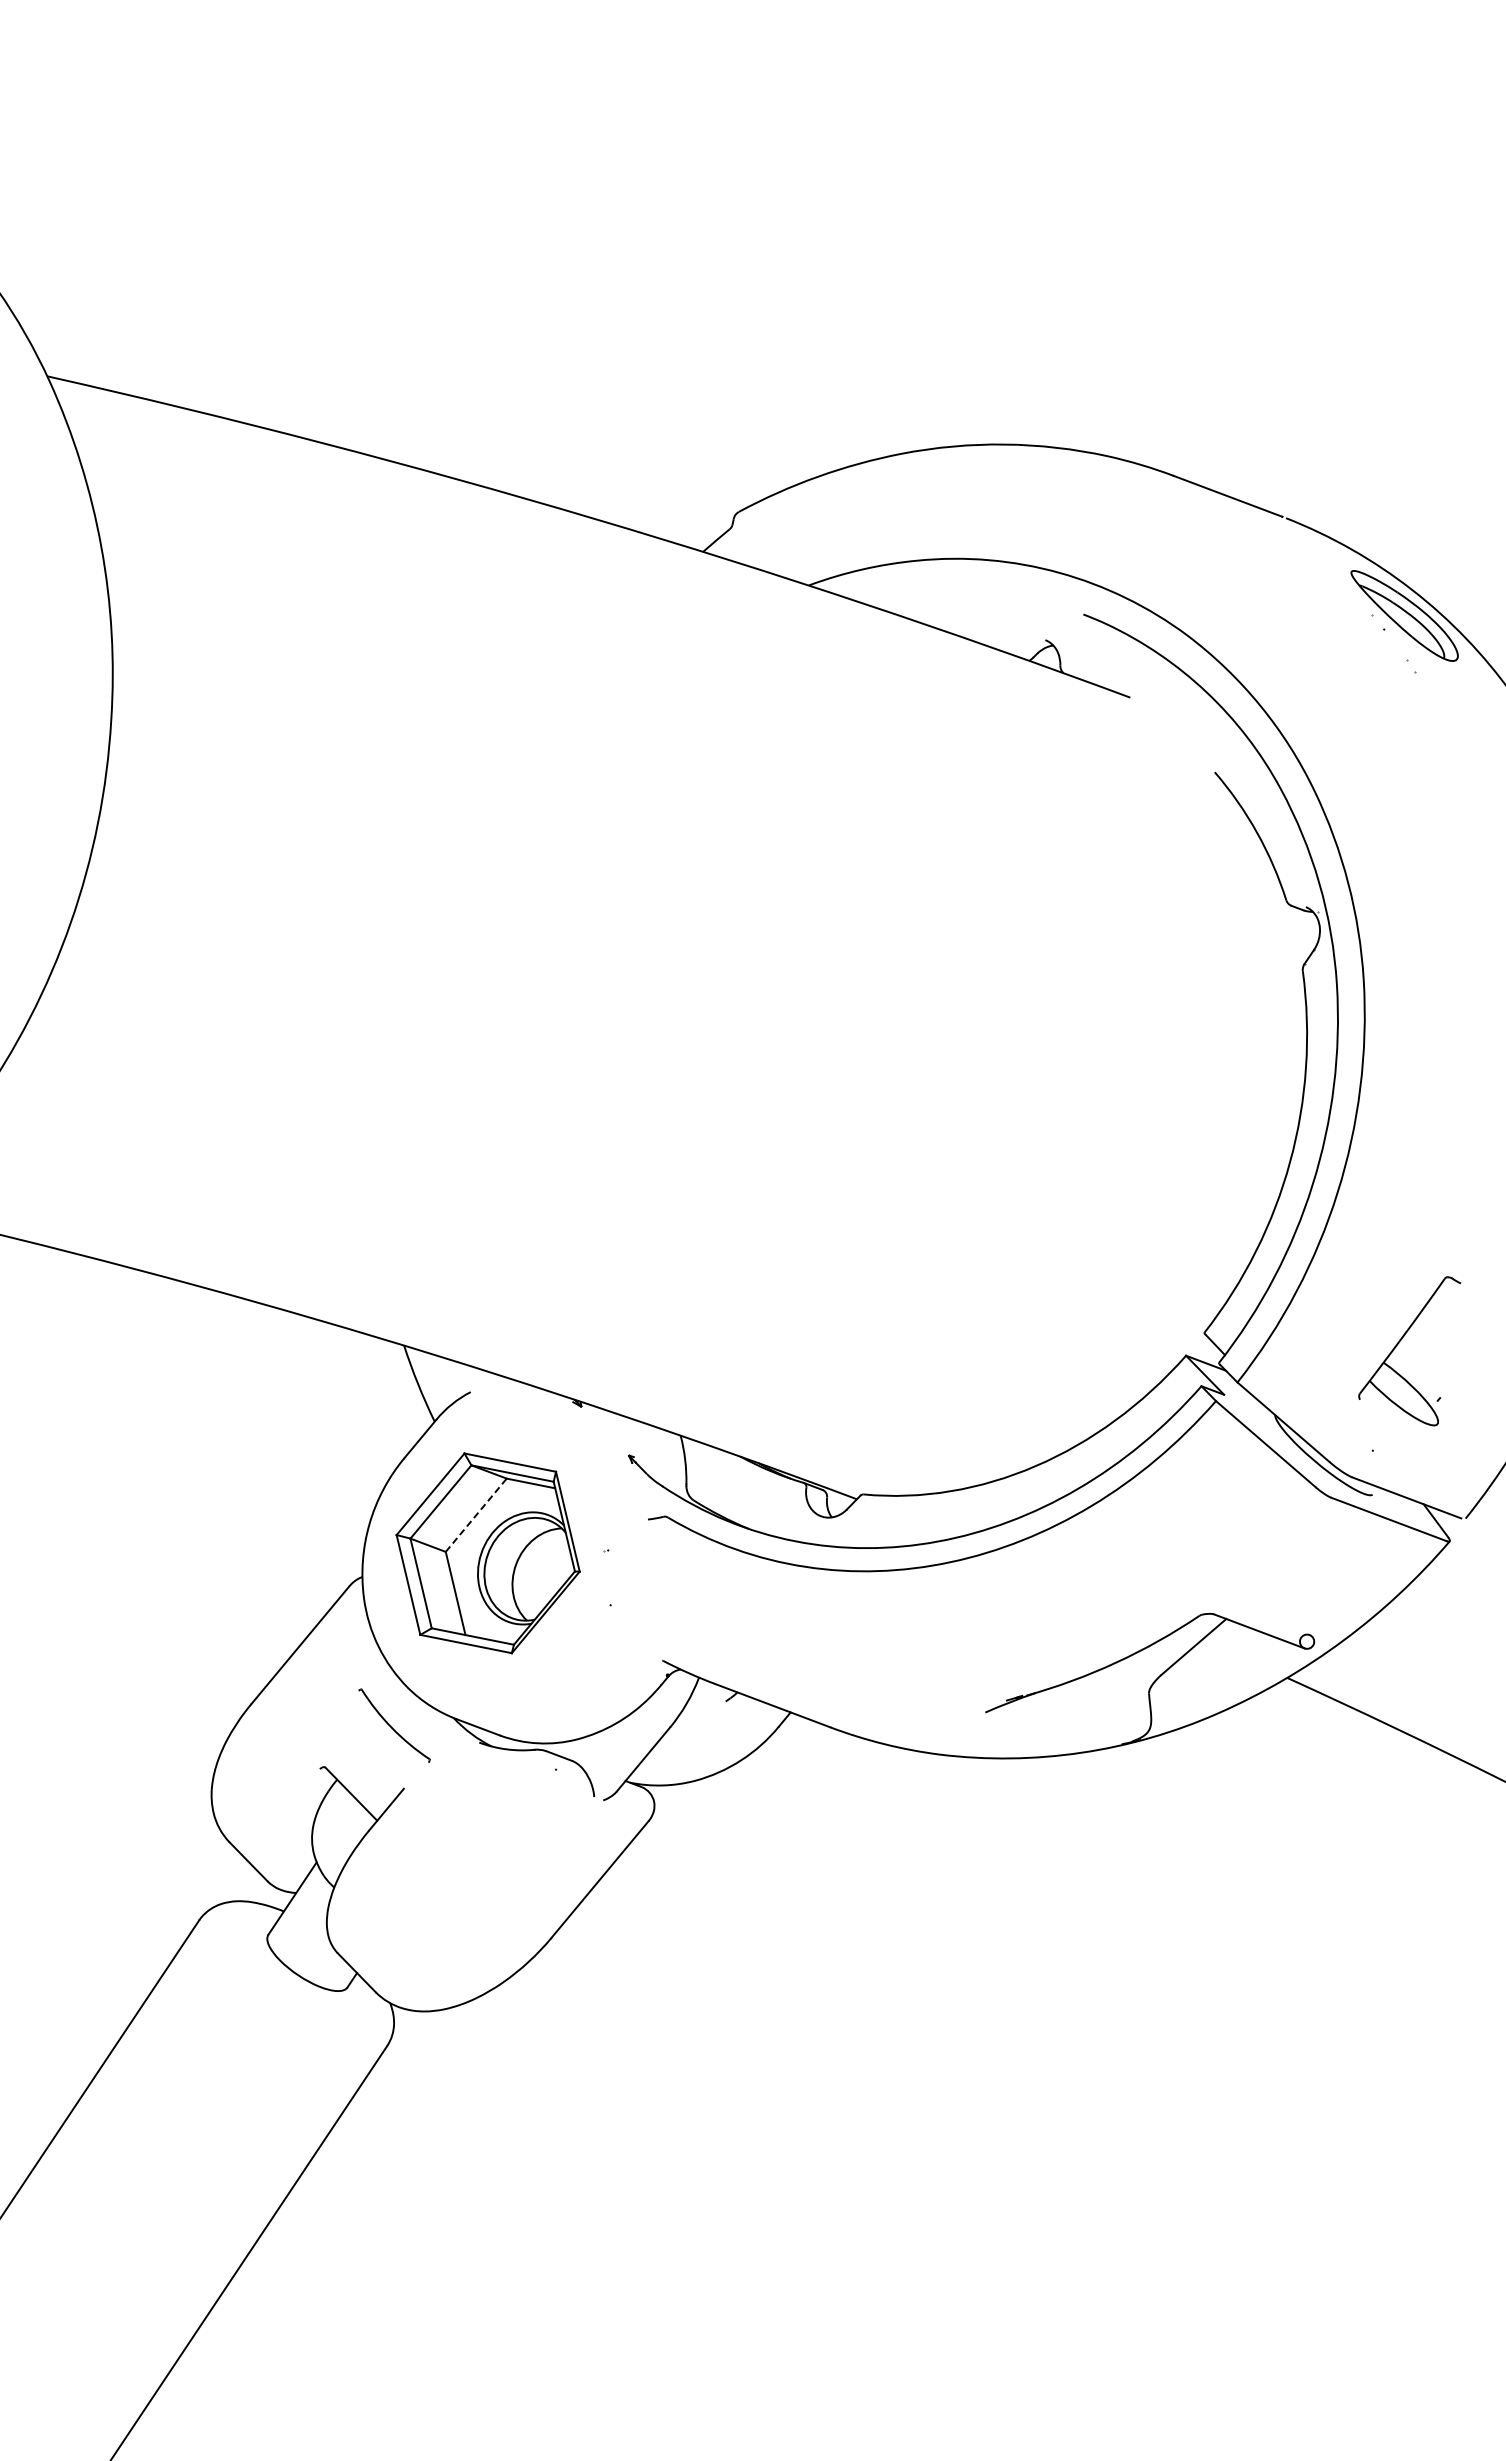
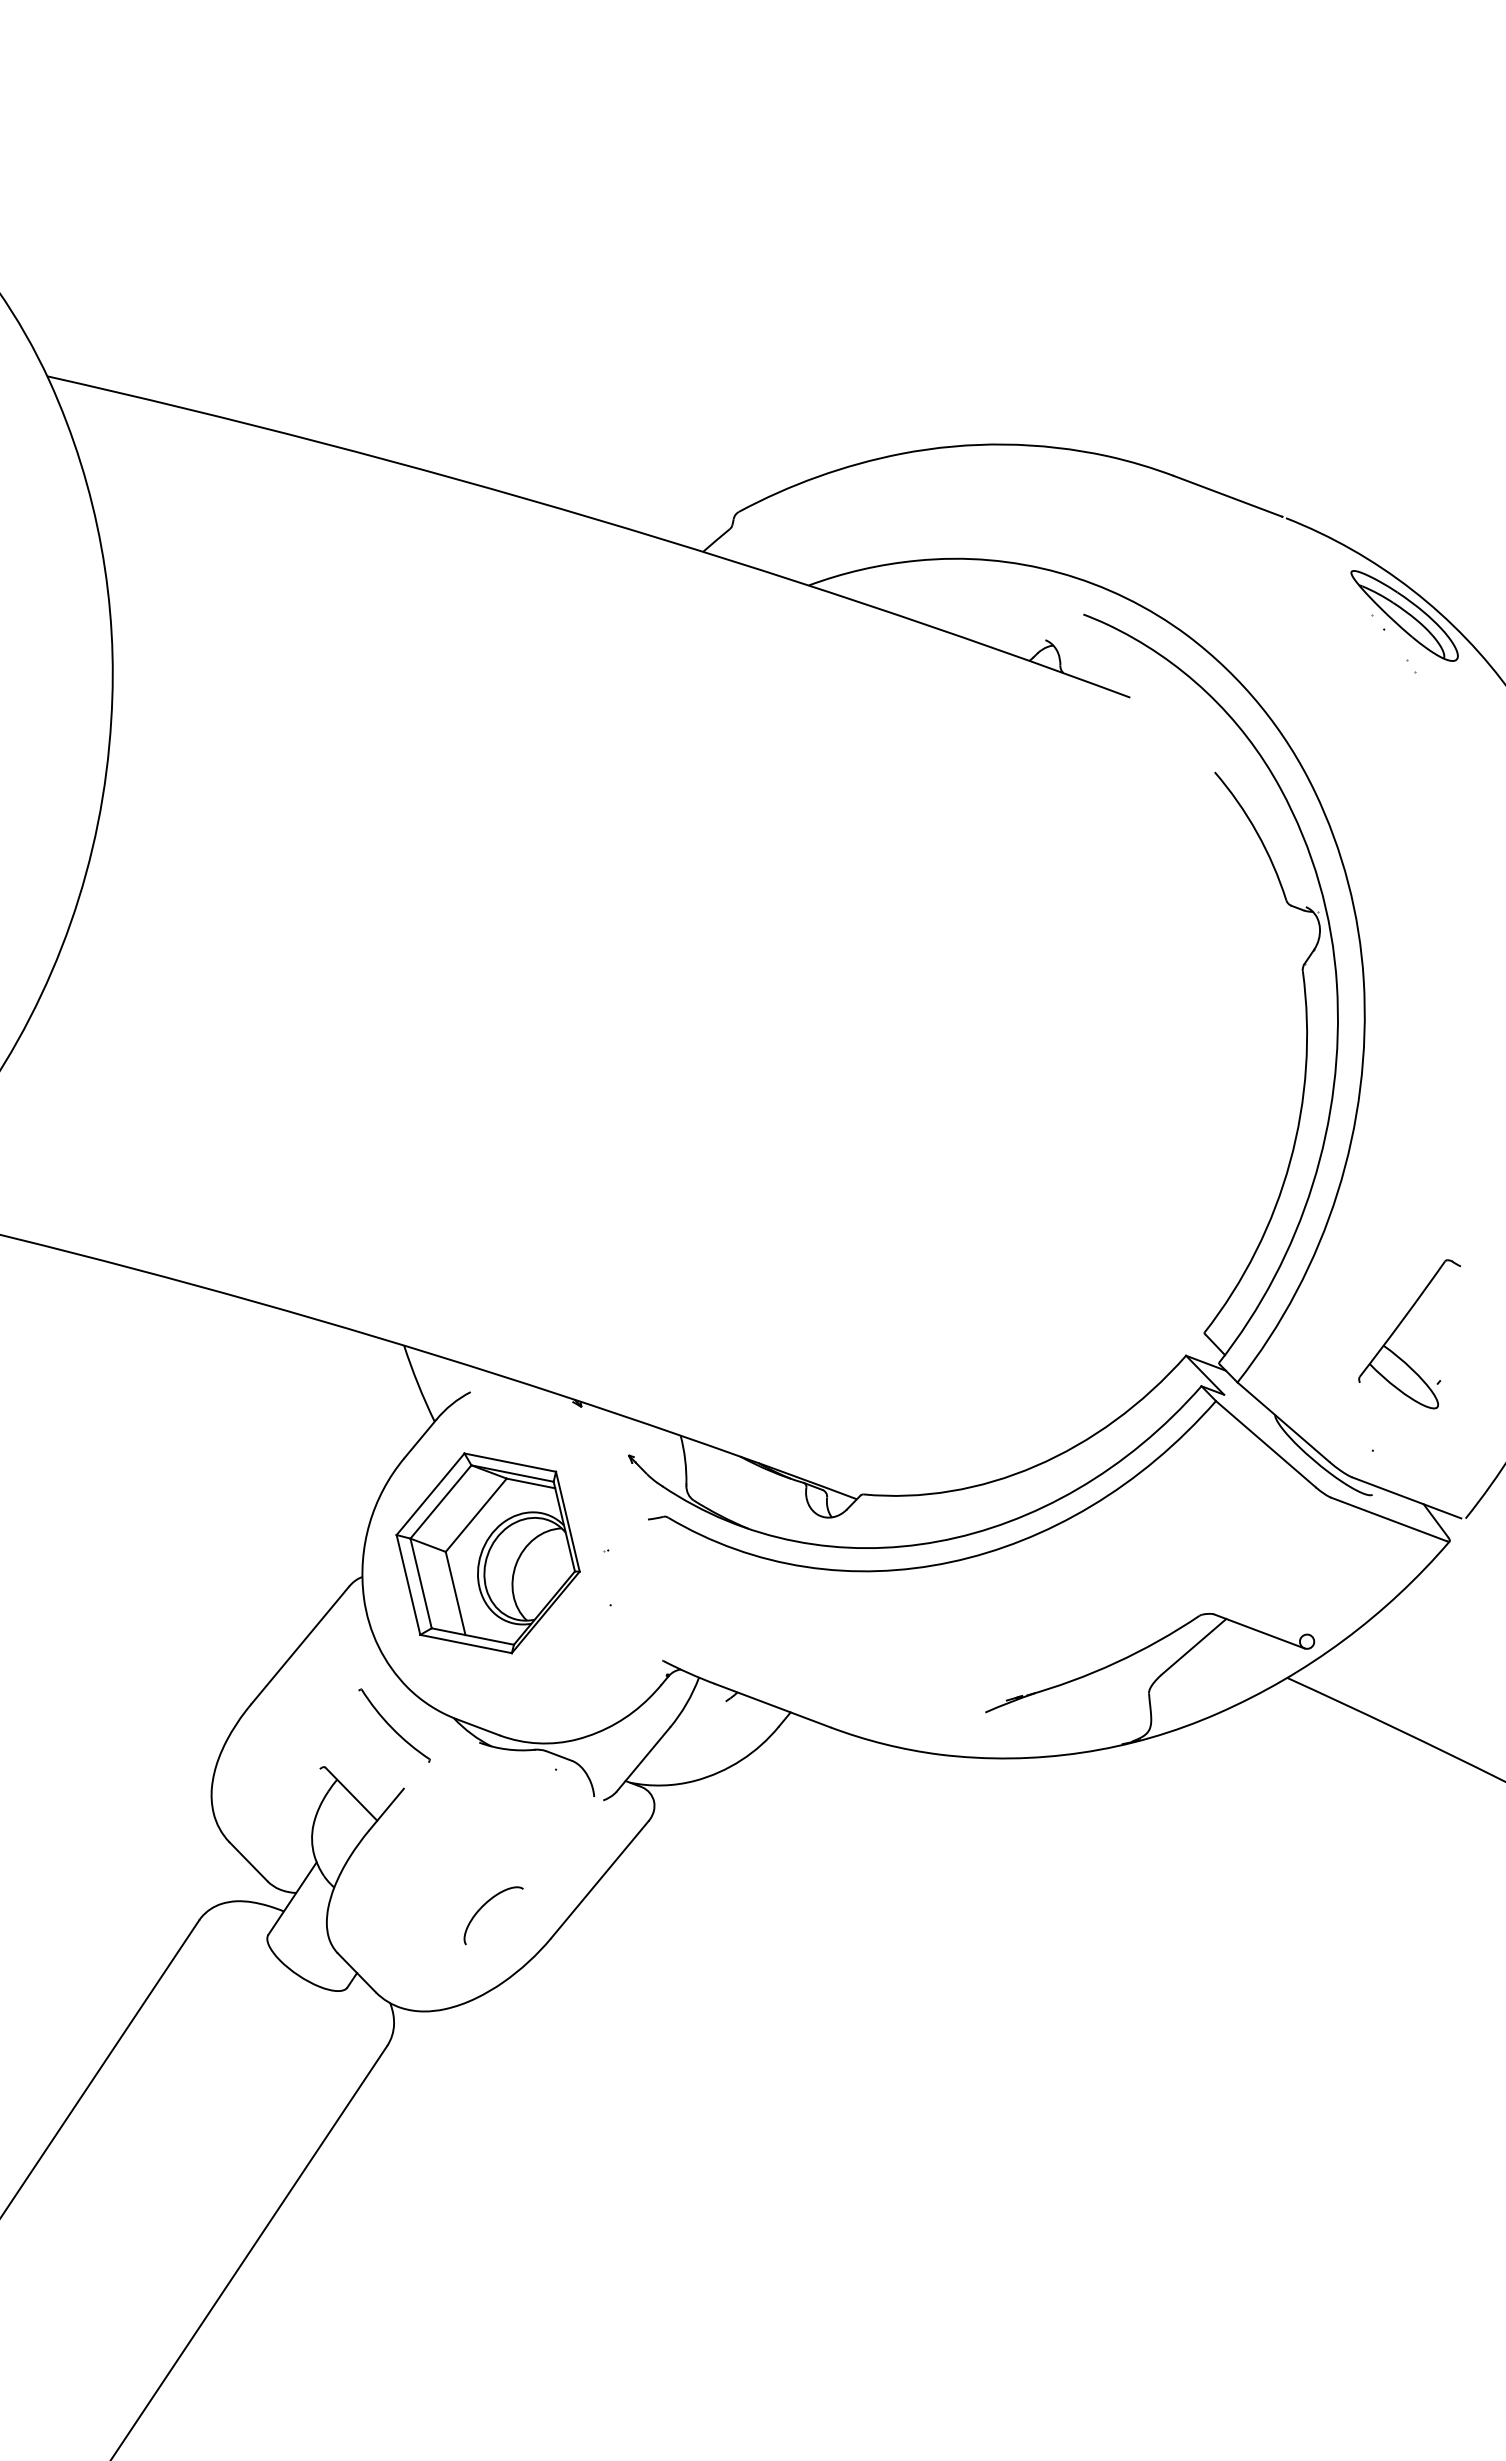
part at (1399, 1343) position: (1399, 1343) -> (1399, 1326)
line at (476, 1515): dashed -> solid
curve at (486, 1904): none -> present
